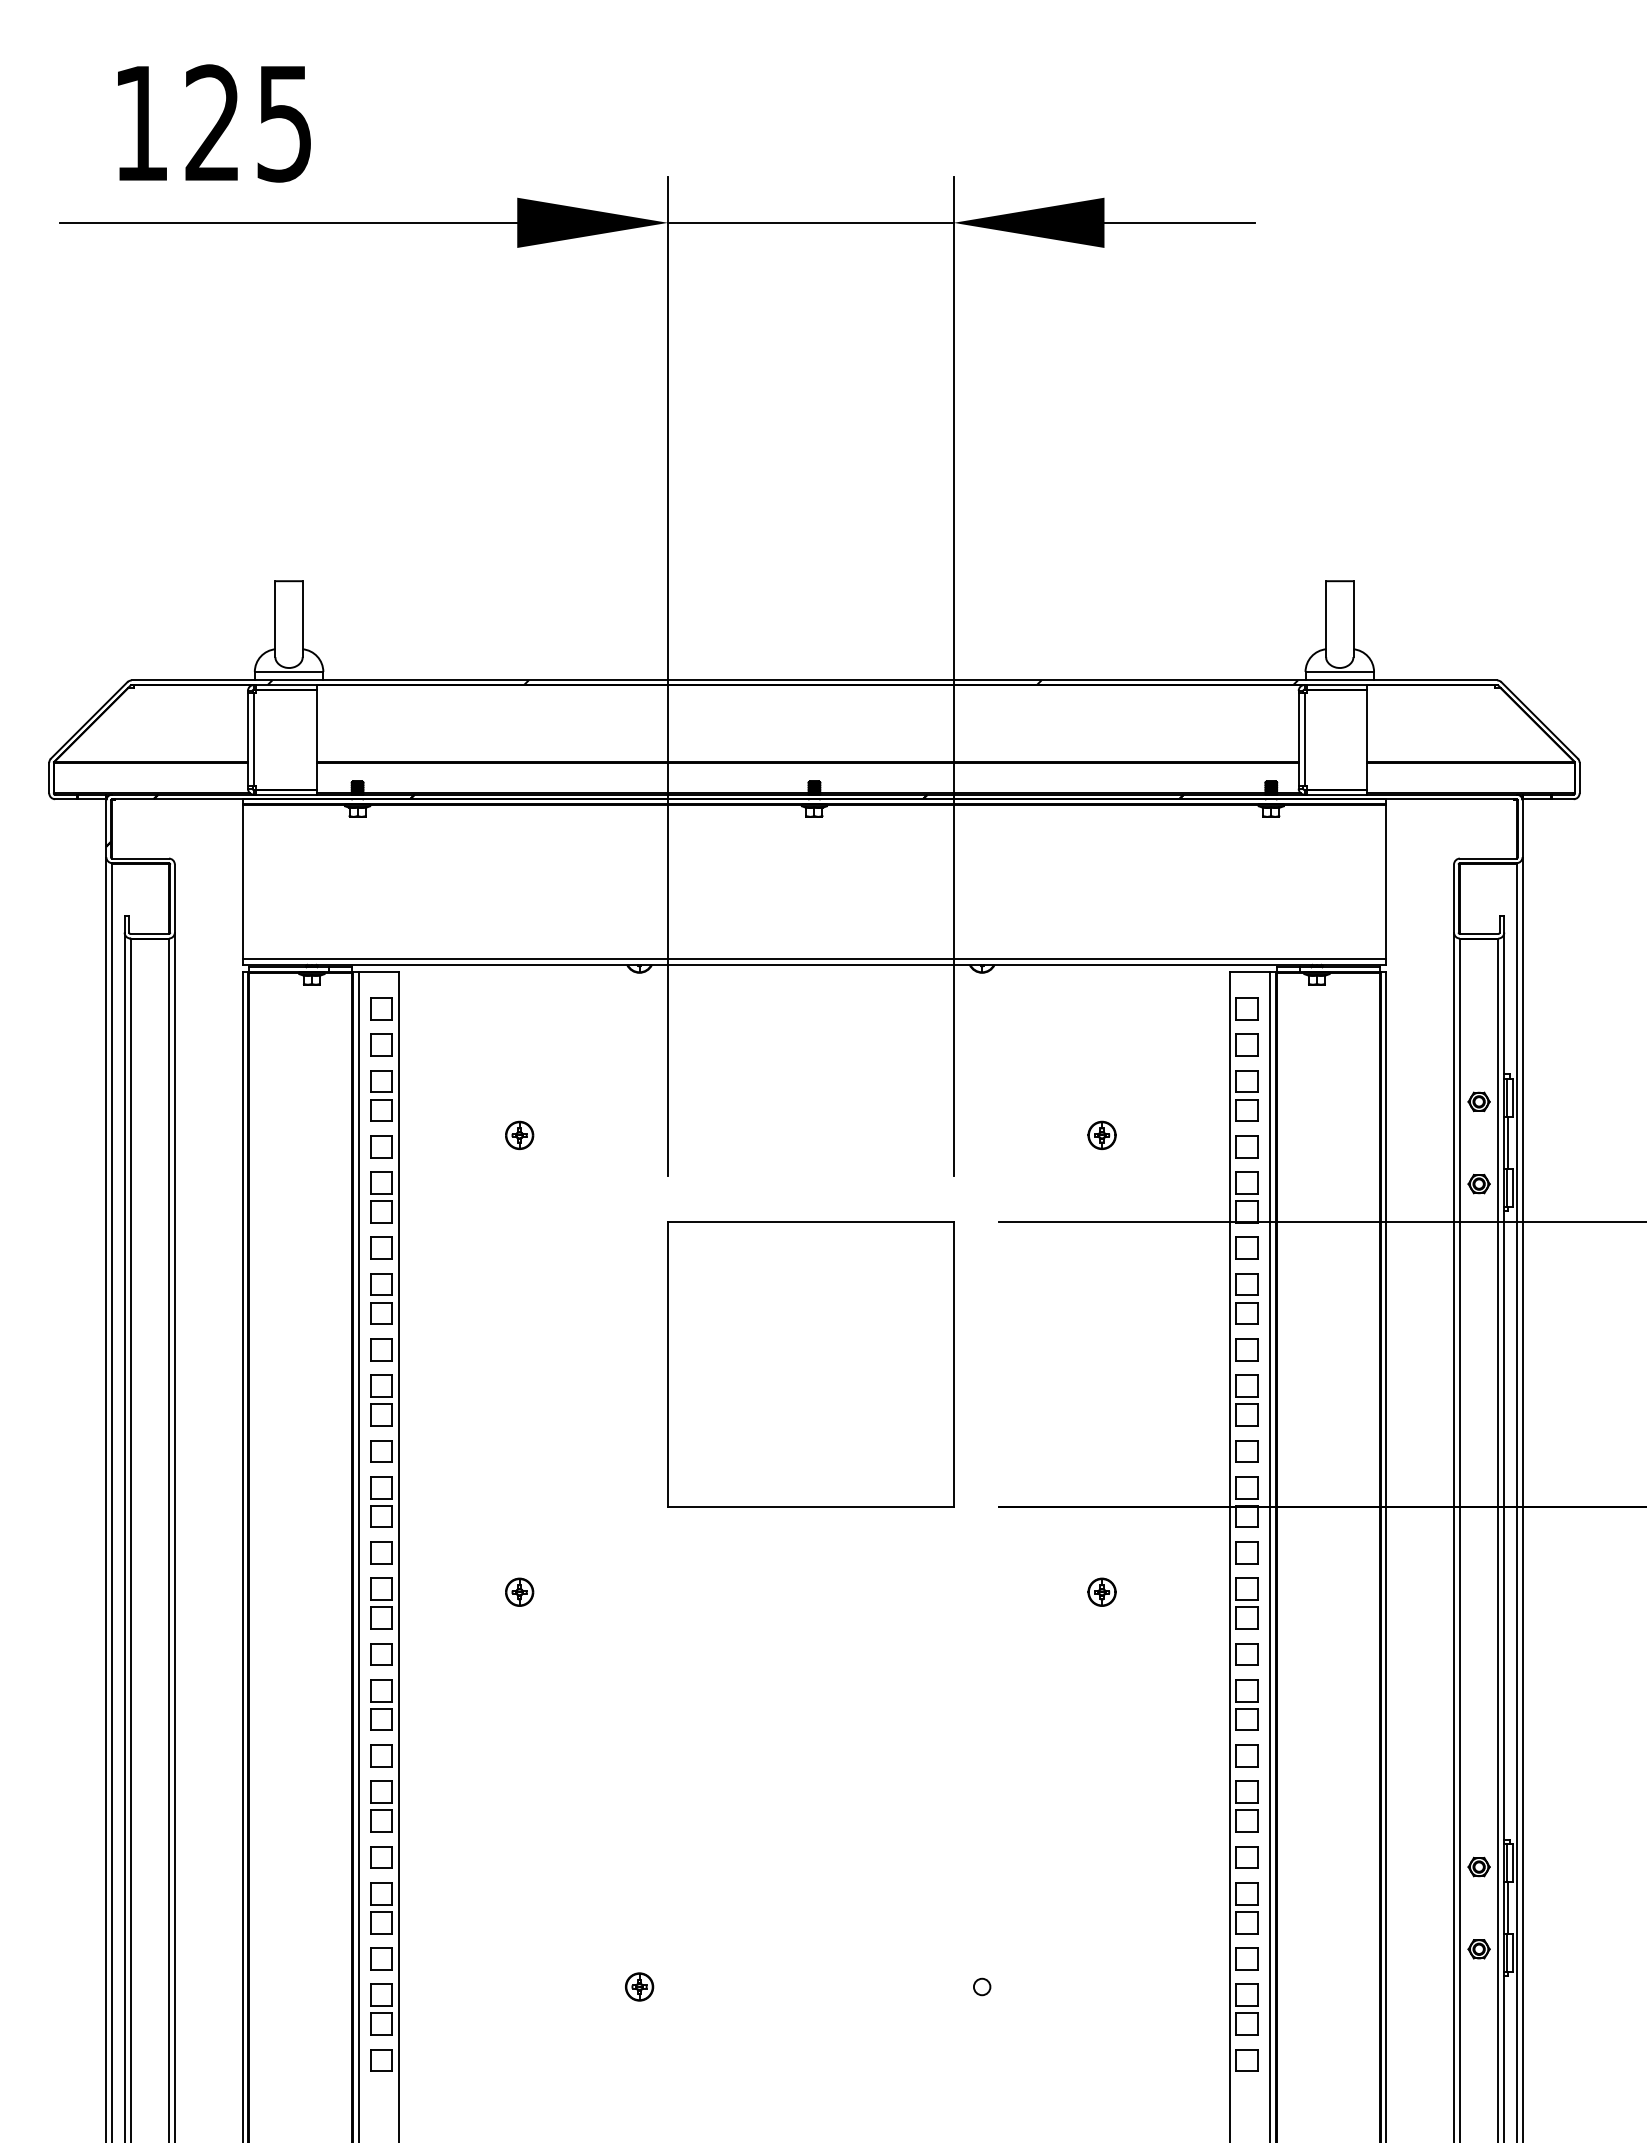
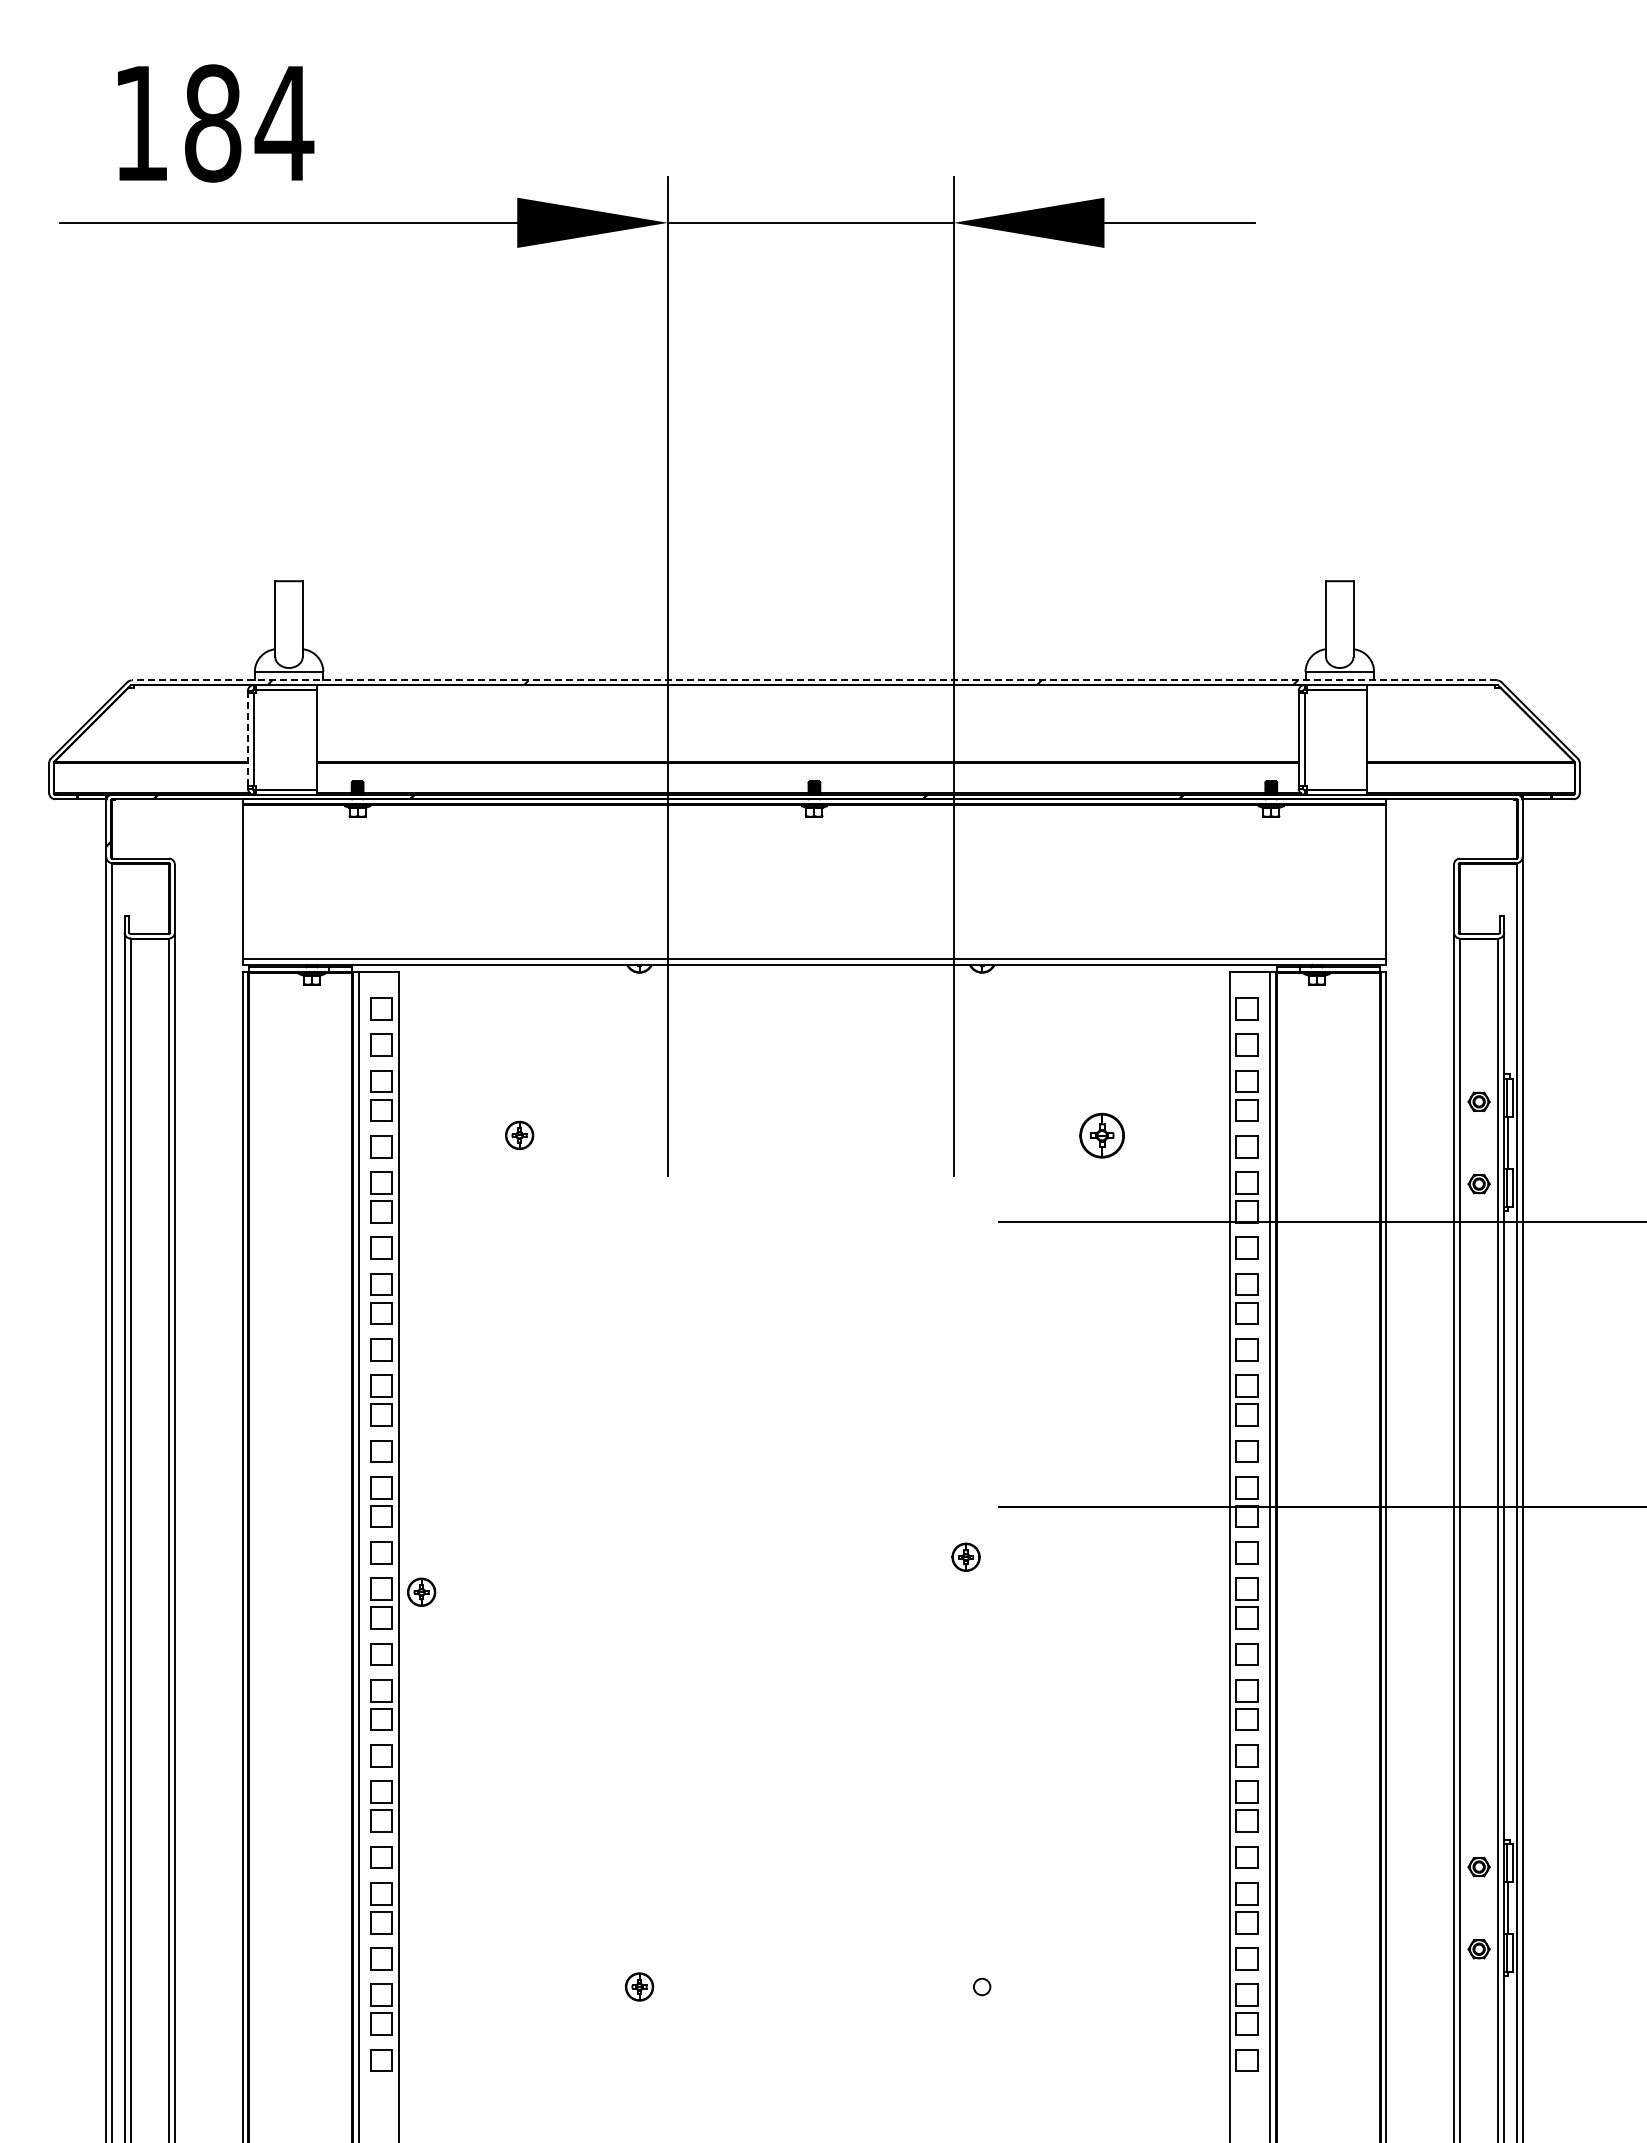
text at (249, 123): 125 -> 184
line at (814, 680): solid -> dashed
line at (247, 739): solid -> dashed
part at (1101, 1134) size: 30x30 px -> 46x47 px
part at (810, 1364): present -> none
part at (519, 1591) position: (519, 1591) -> (421, 1591)
part at (1101, 1591) position: (1101, 1591) -> (965, 1556)
